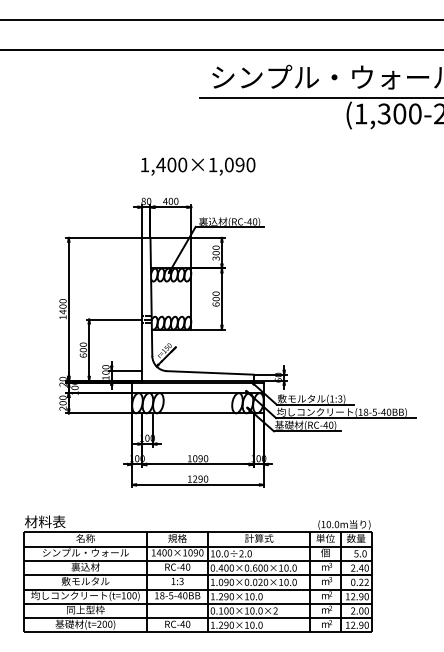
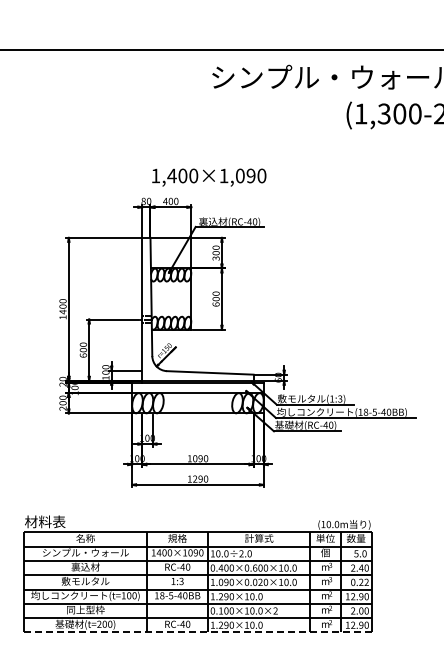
line at (221, 19): present -> none
line at (319, 97): present -> none
text at (198, 166) position: (198, 166) -> (209, 177)
line at (197, 632): solid -> dashed
